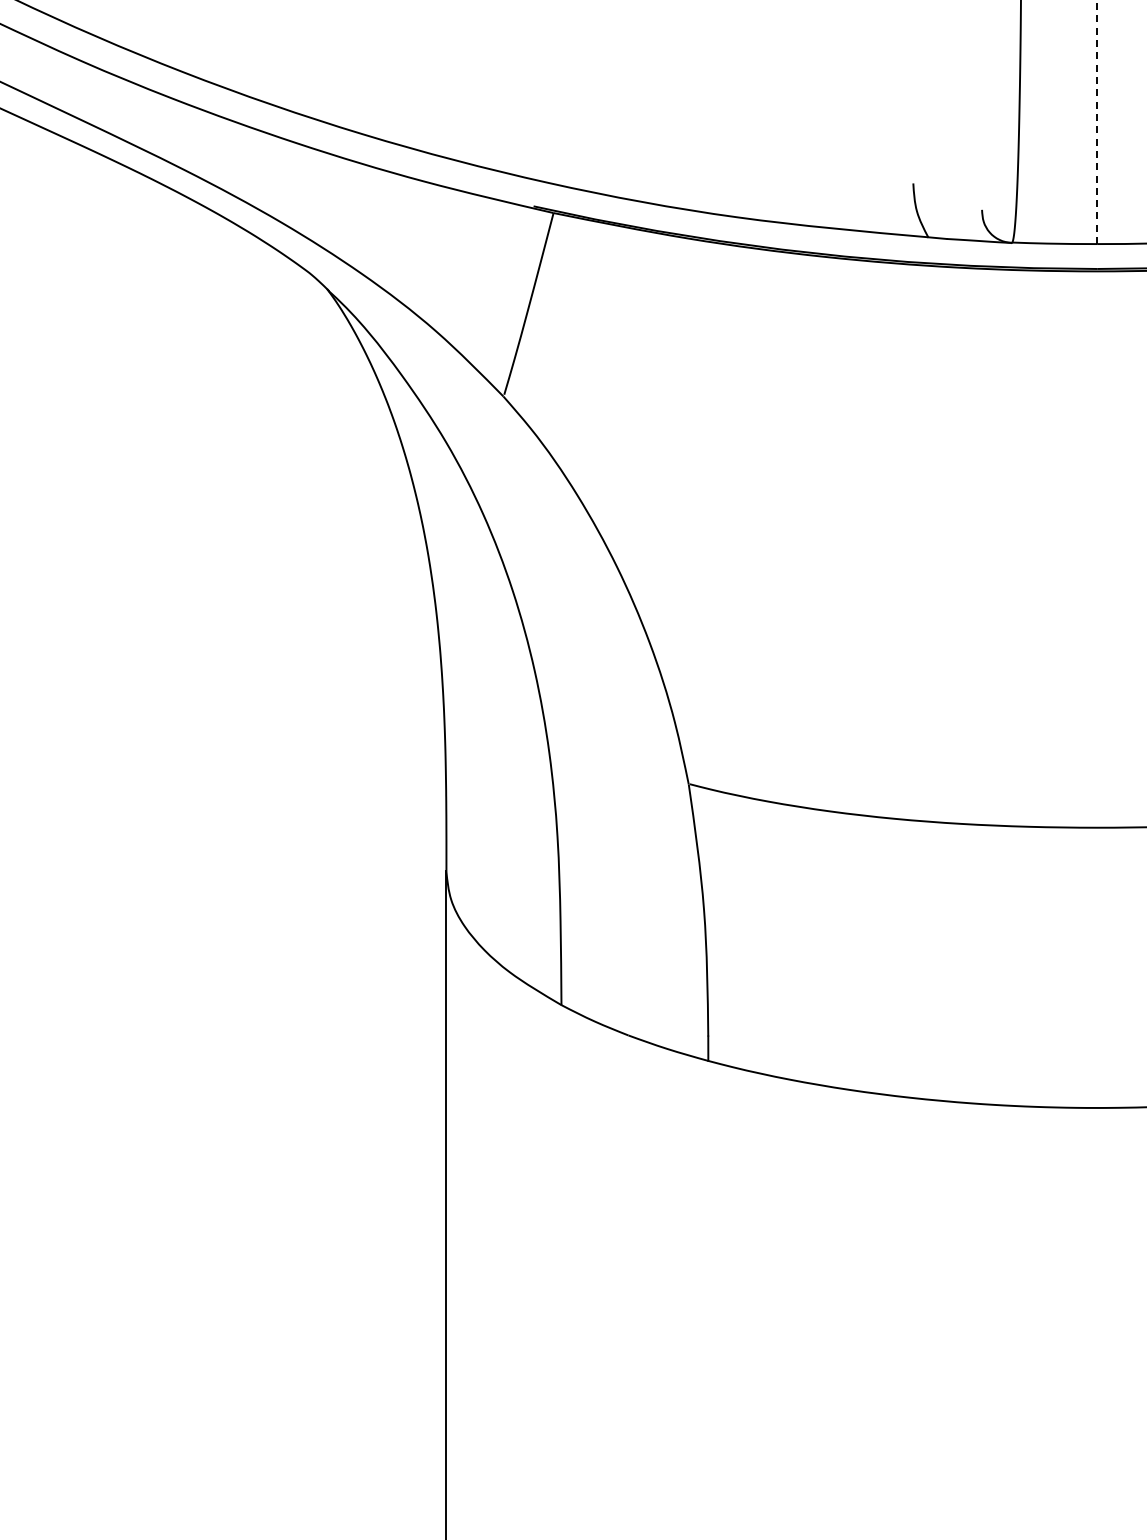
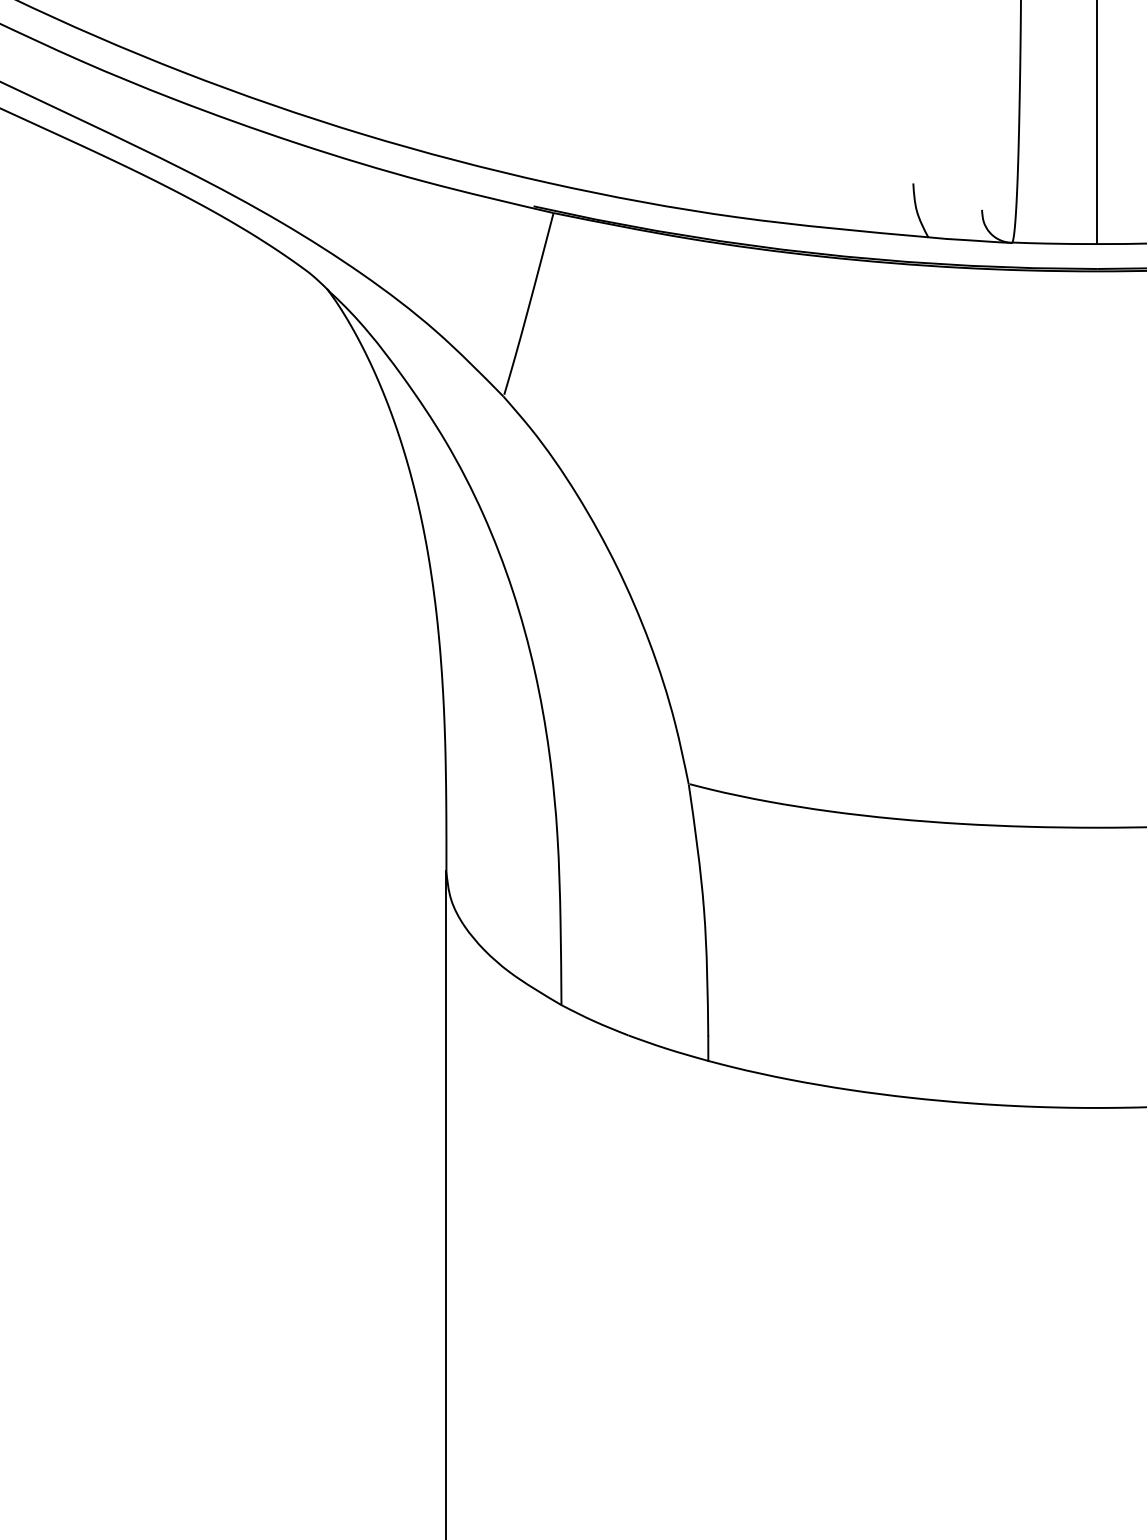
line at (1097, 122): dashed -> solid
